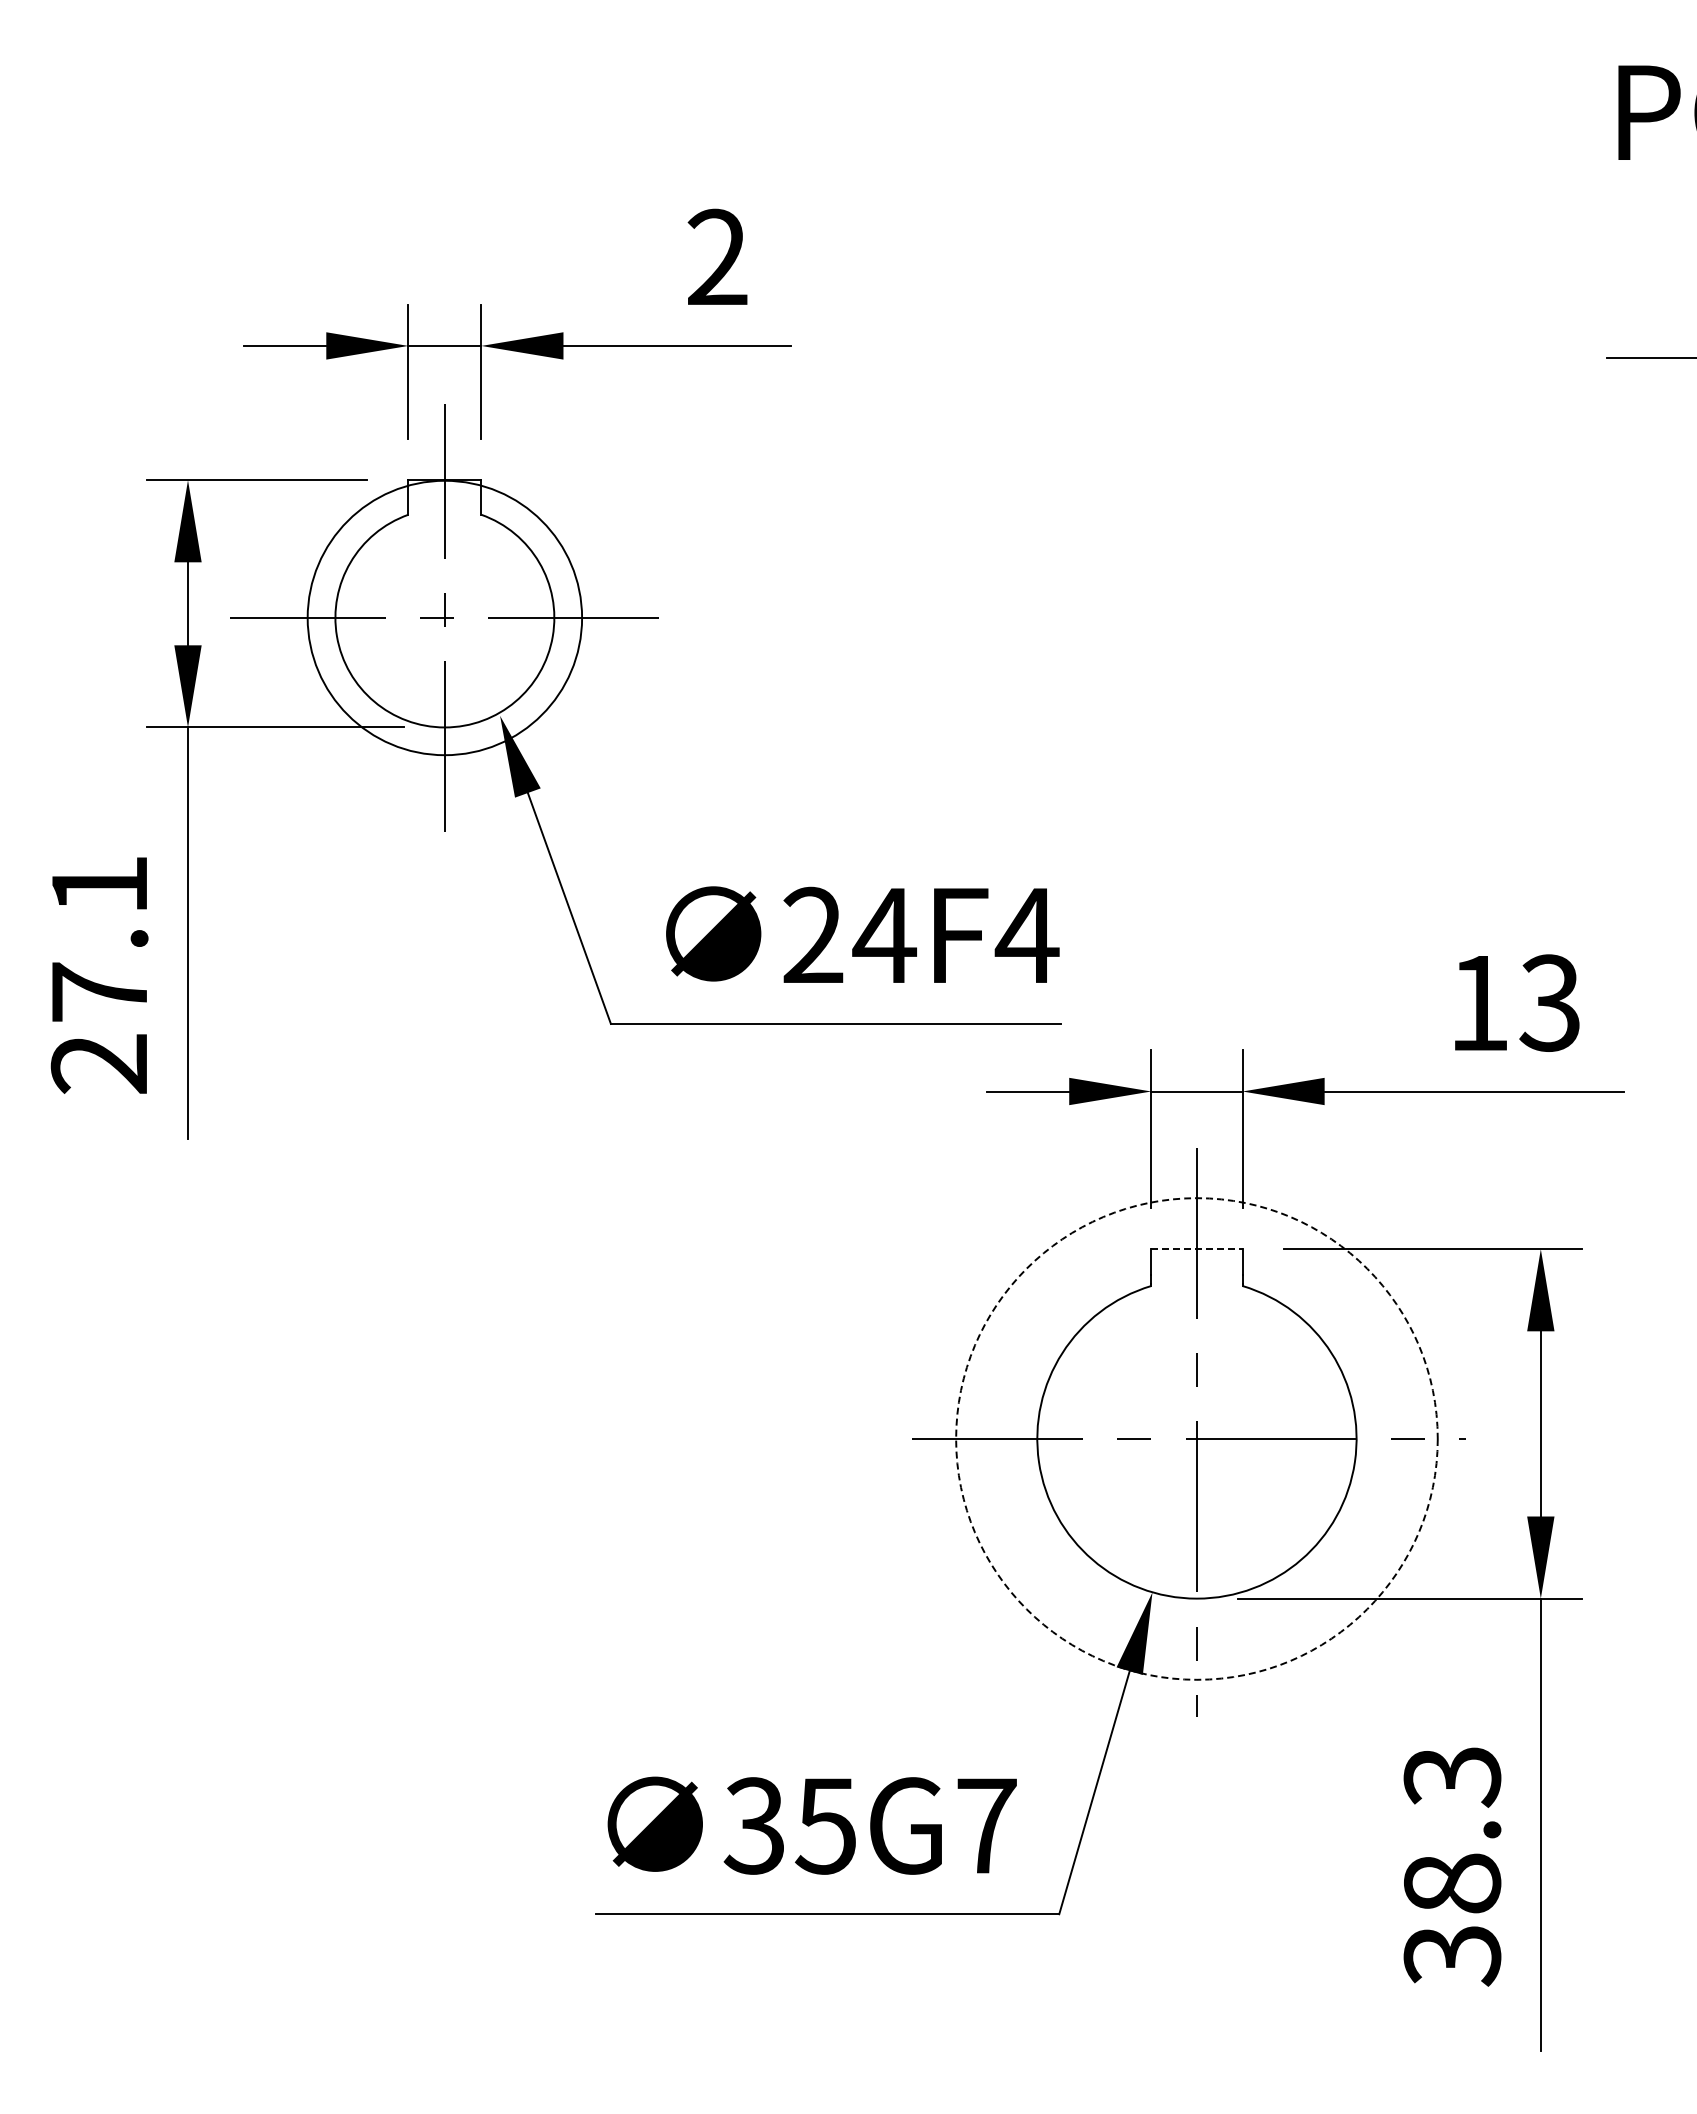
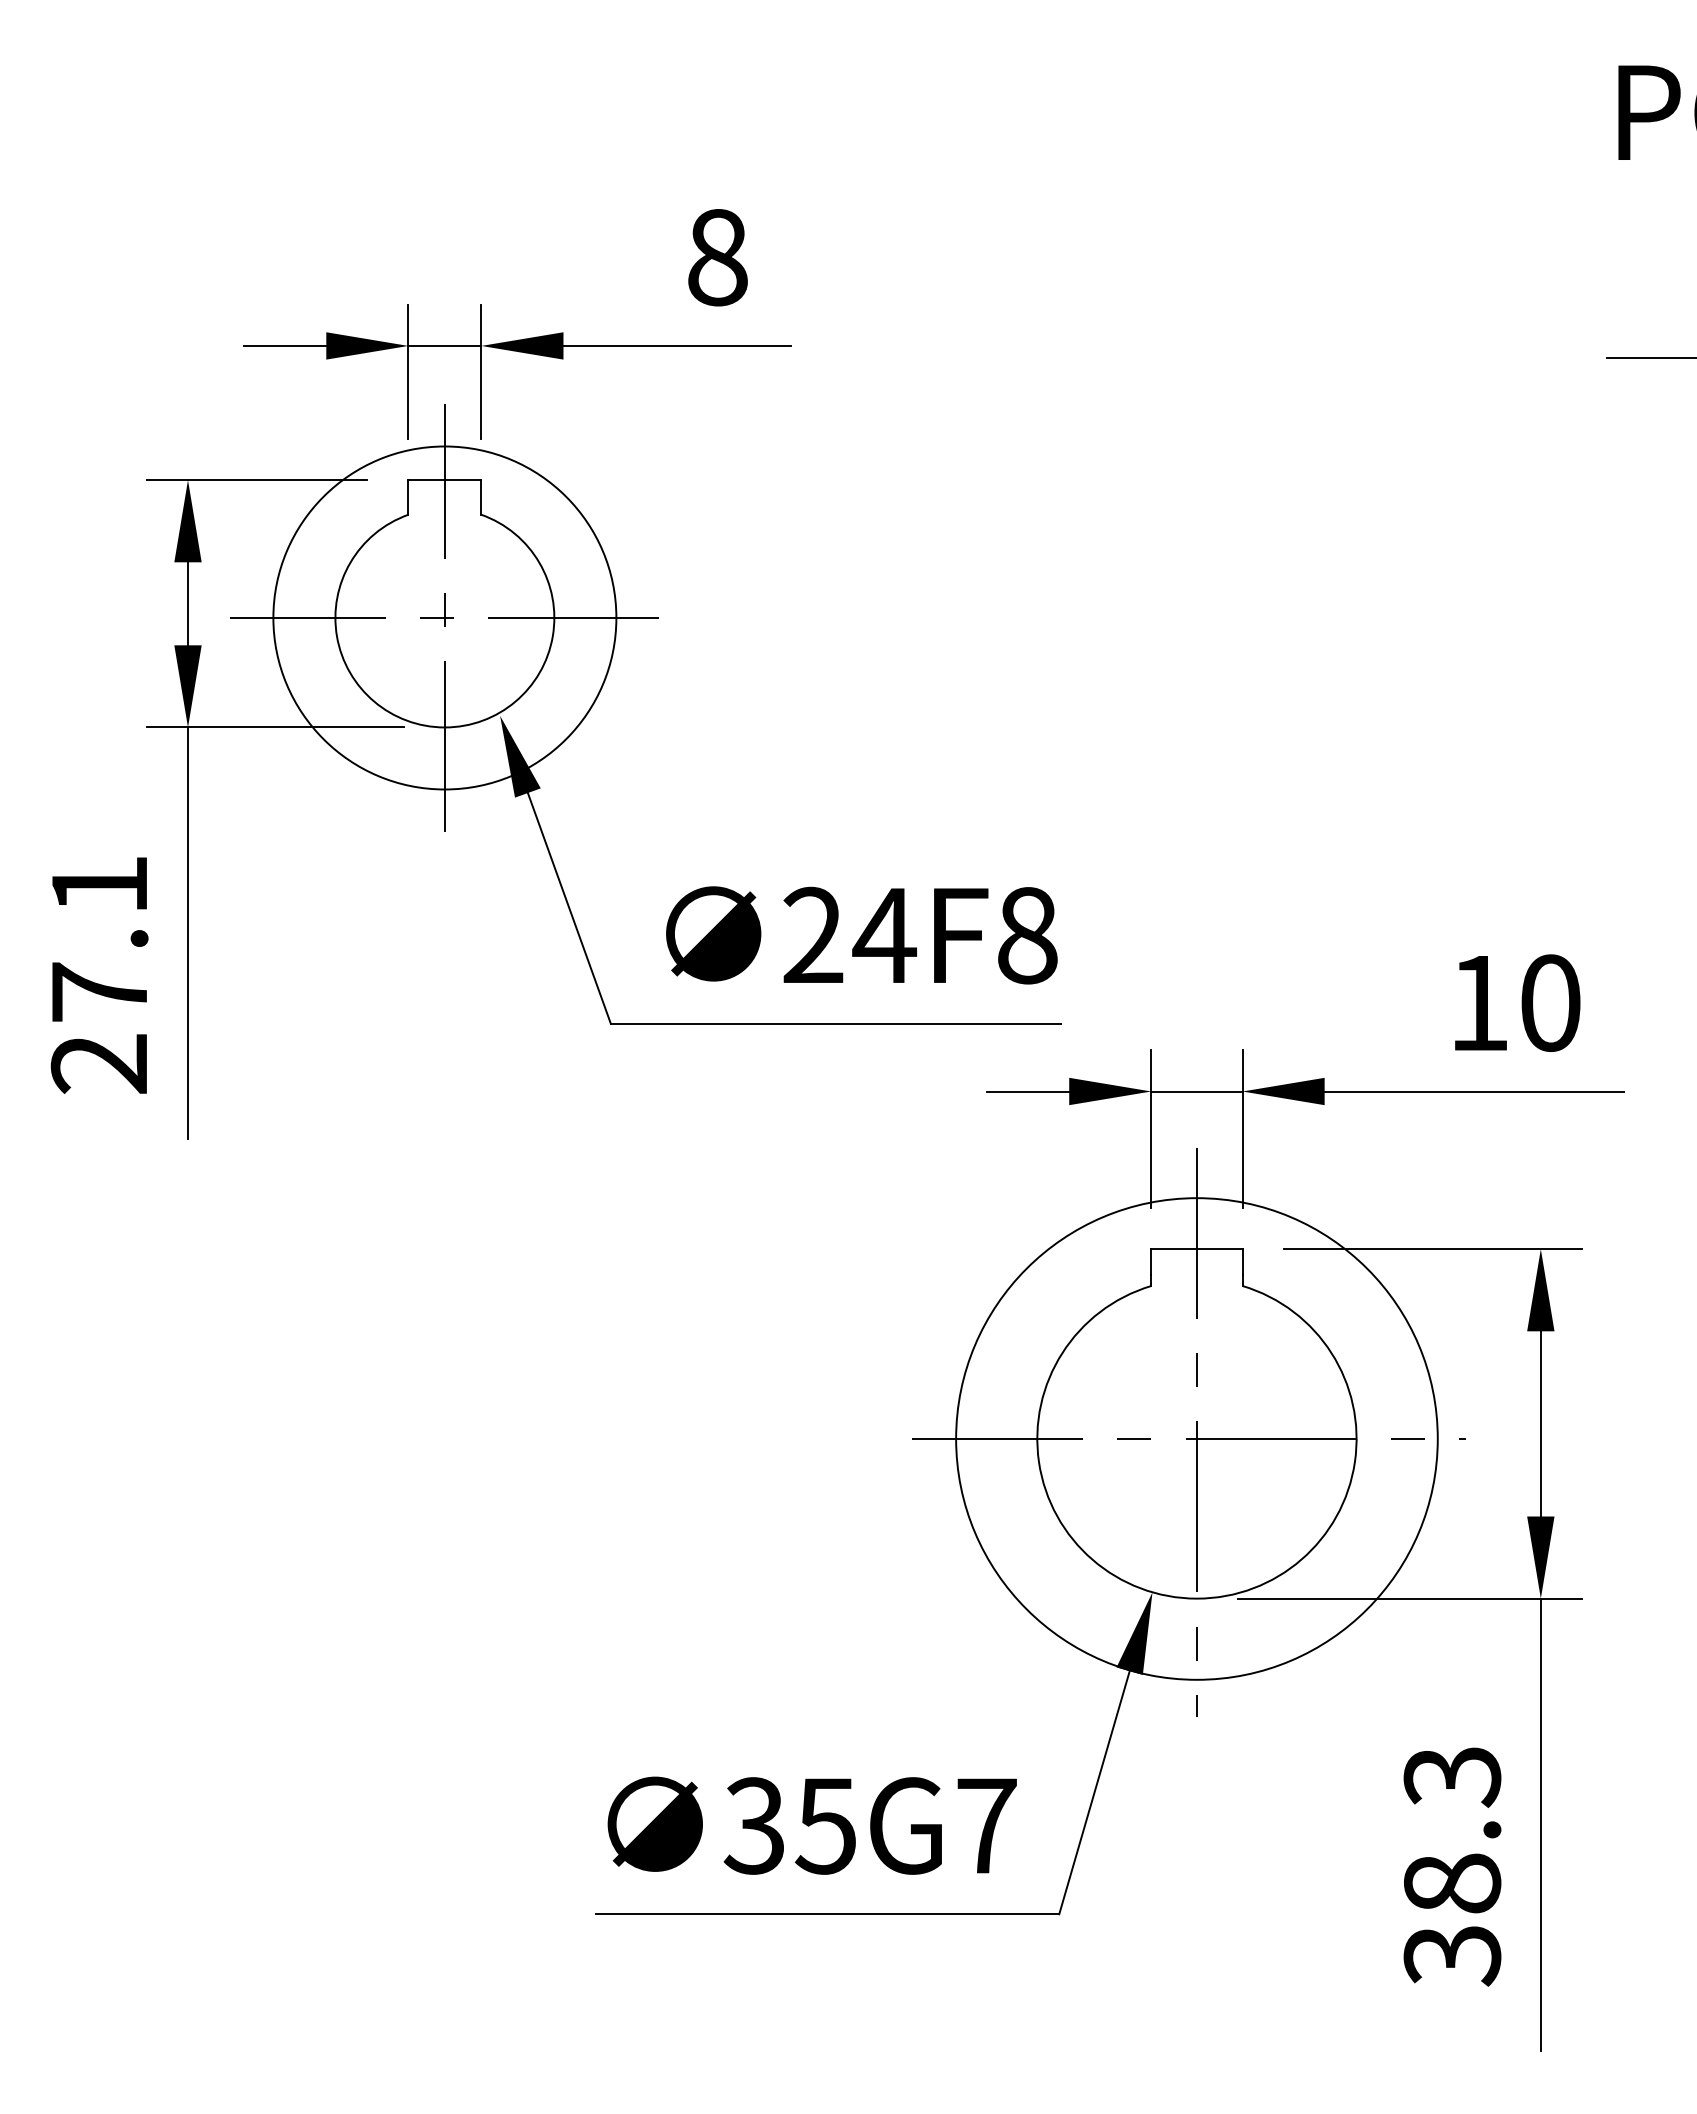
text at (717, 257): 2 -> 8
circle at (444, 617) diameter: 274 px -> 343 px
text at (1026, 935): 24F4 -> 24F8
text at (1549, 1002): 13 -> 10
line at (1196, 1249): dashed -> solid
circle at (1196, 1438): dashed -> solid
